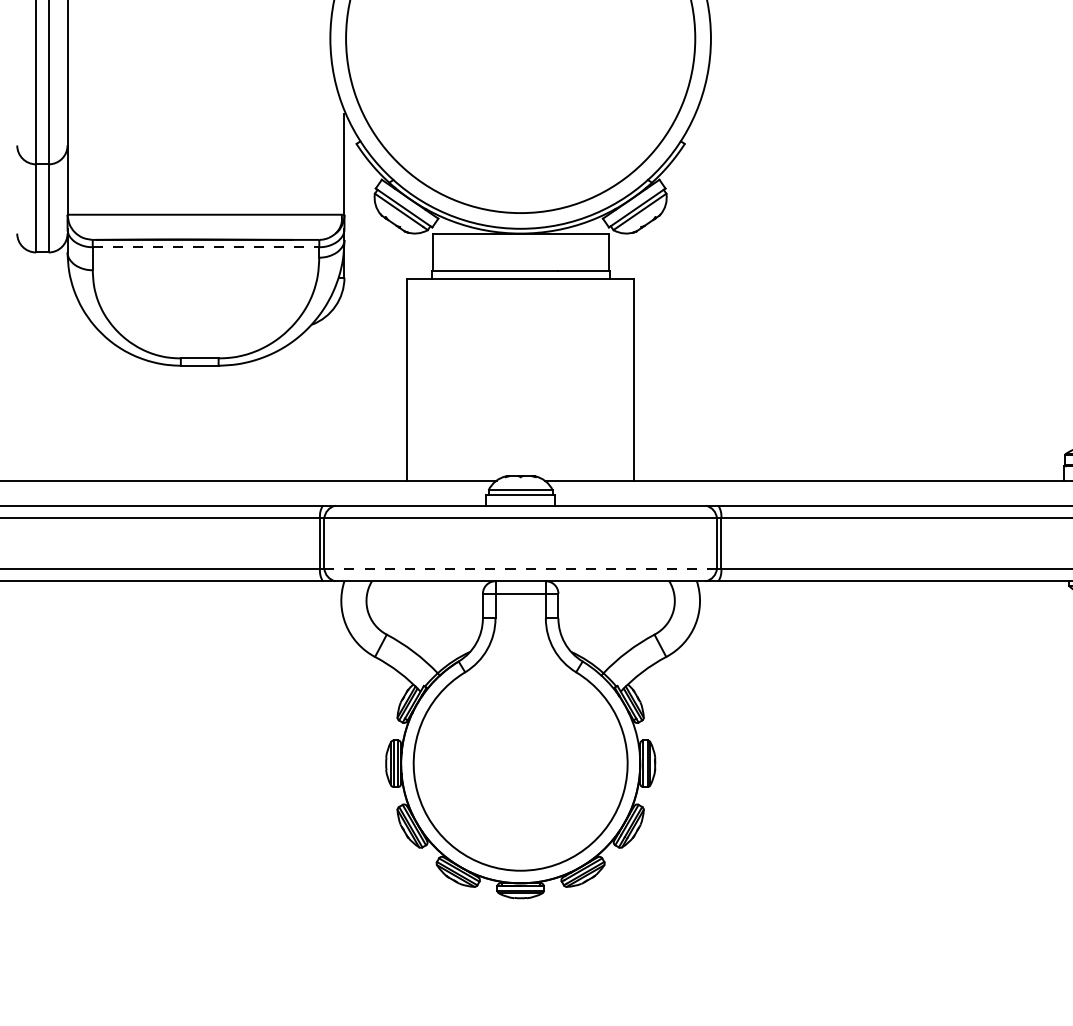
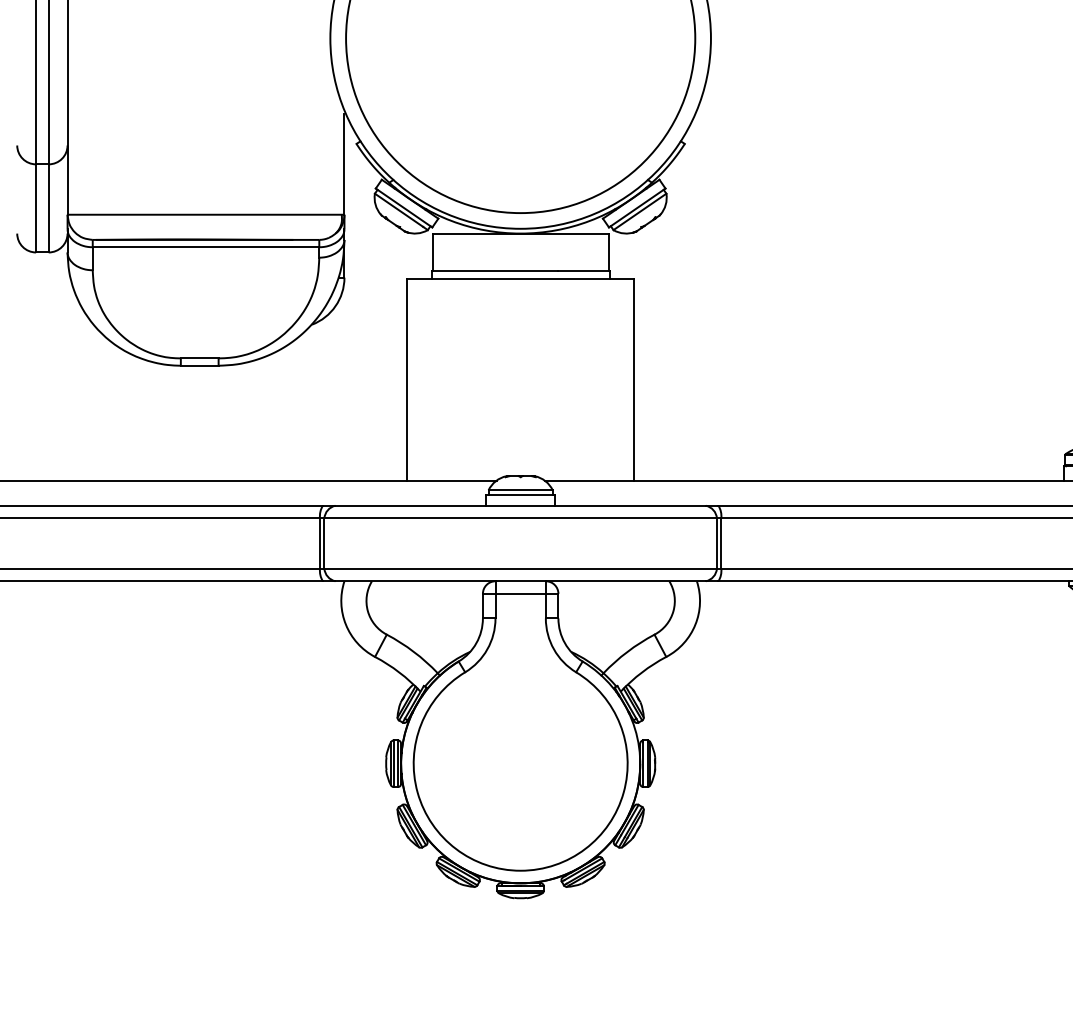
line at (206, 247): dashed -> solid
line at (520, 568): dashed -> solid
